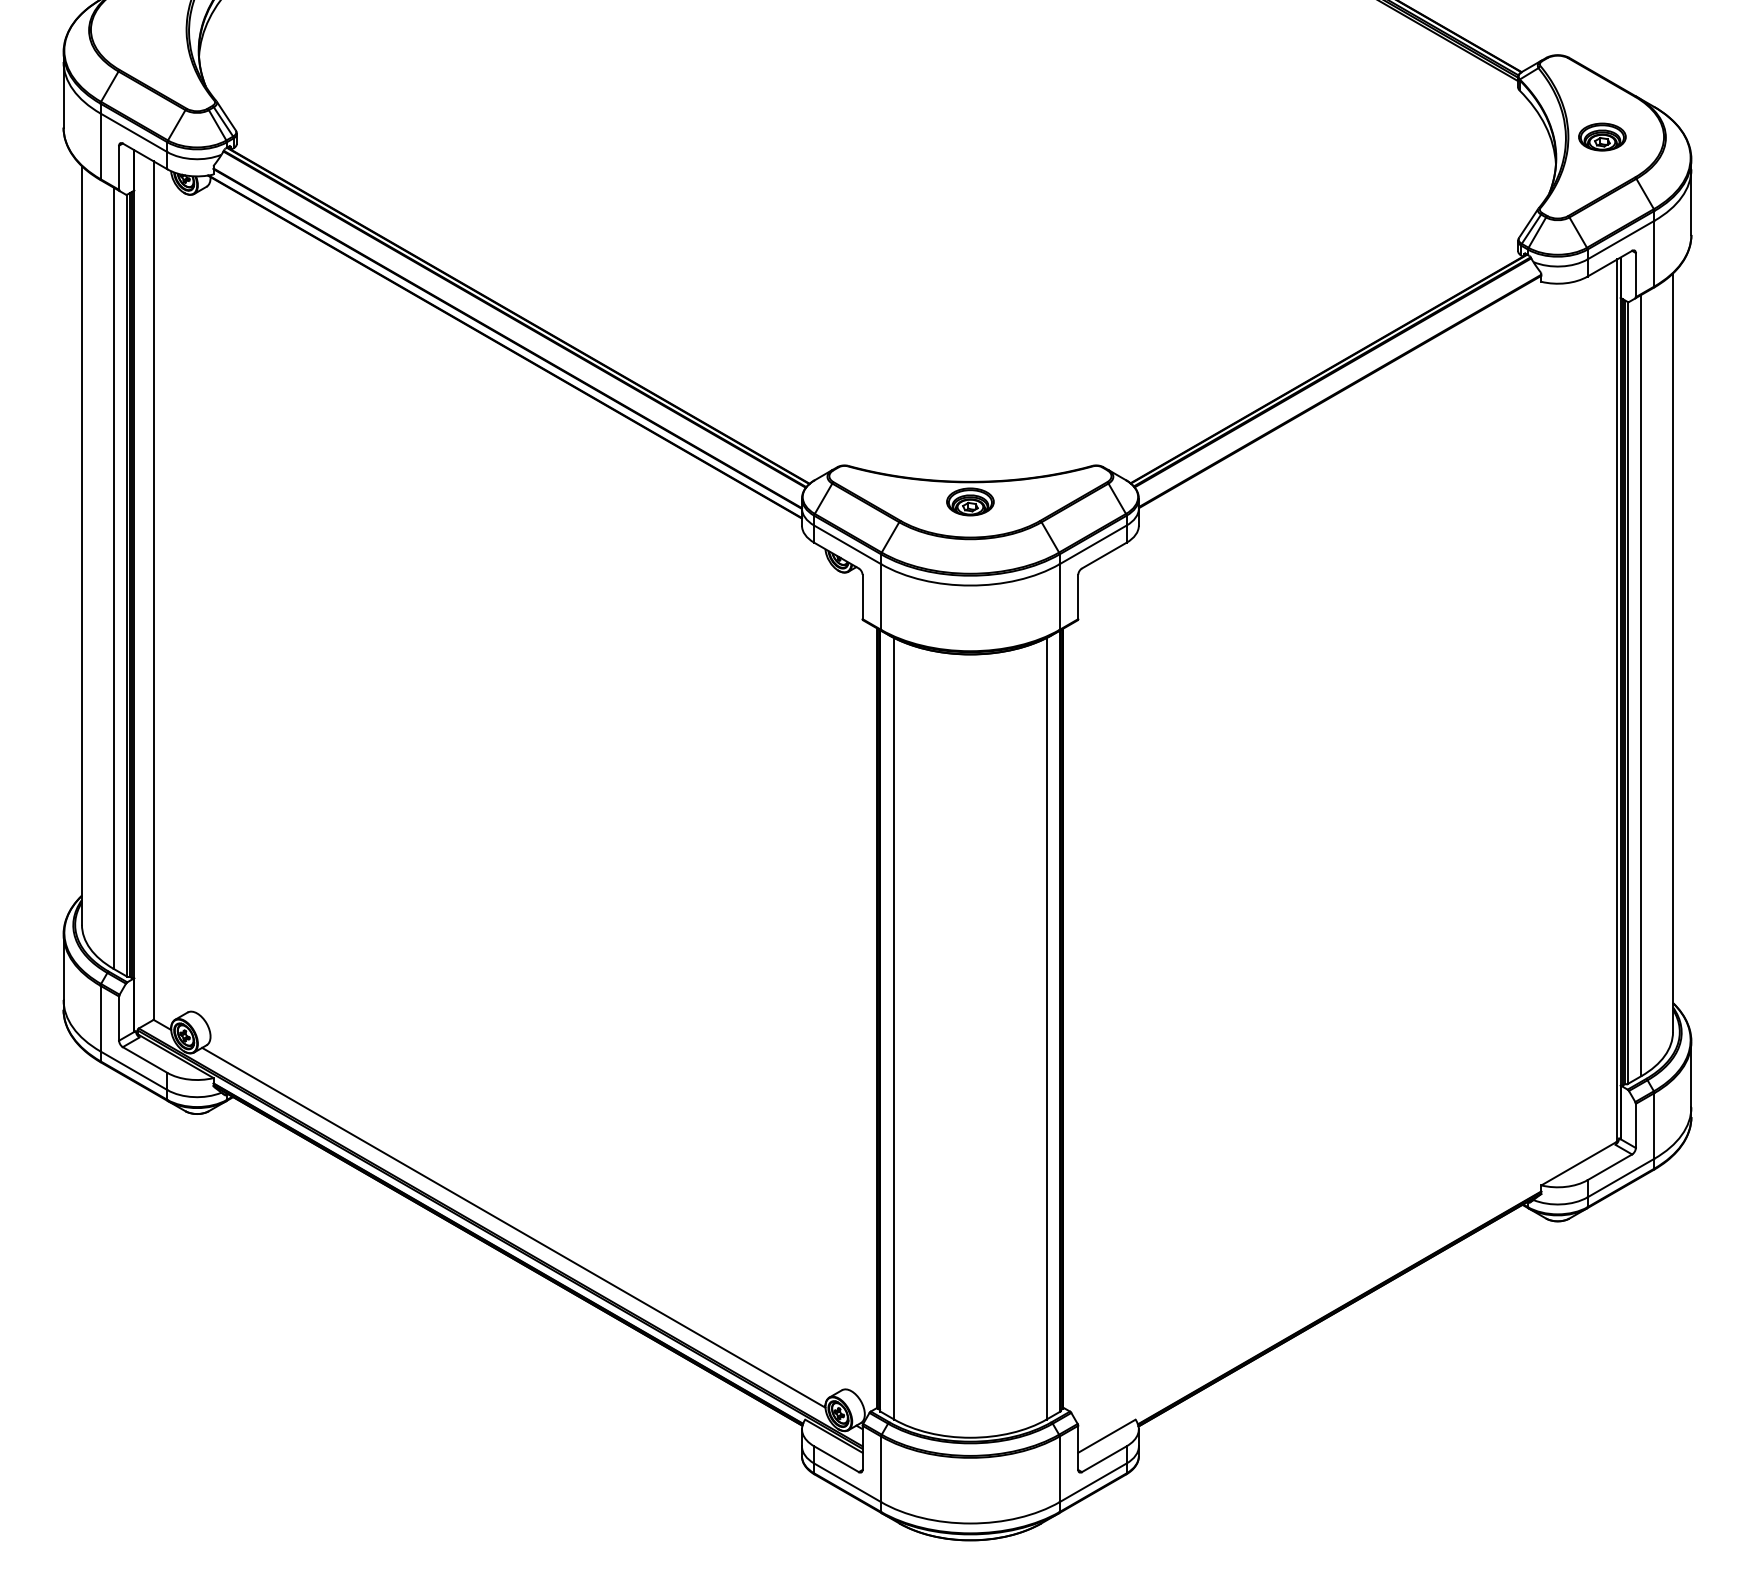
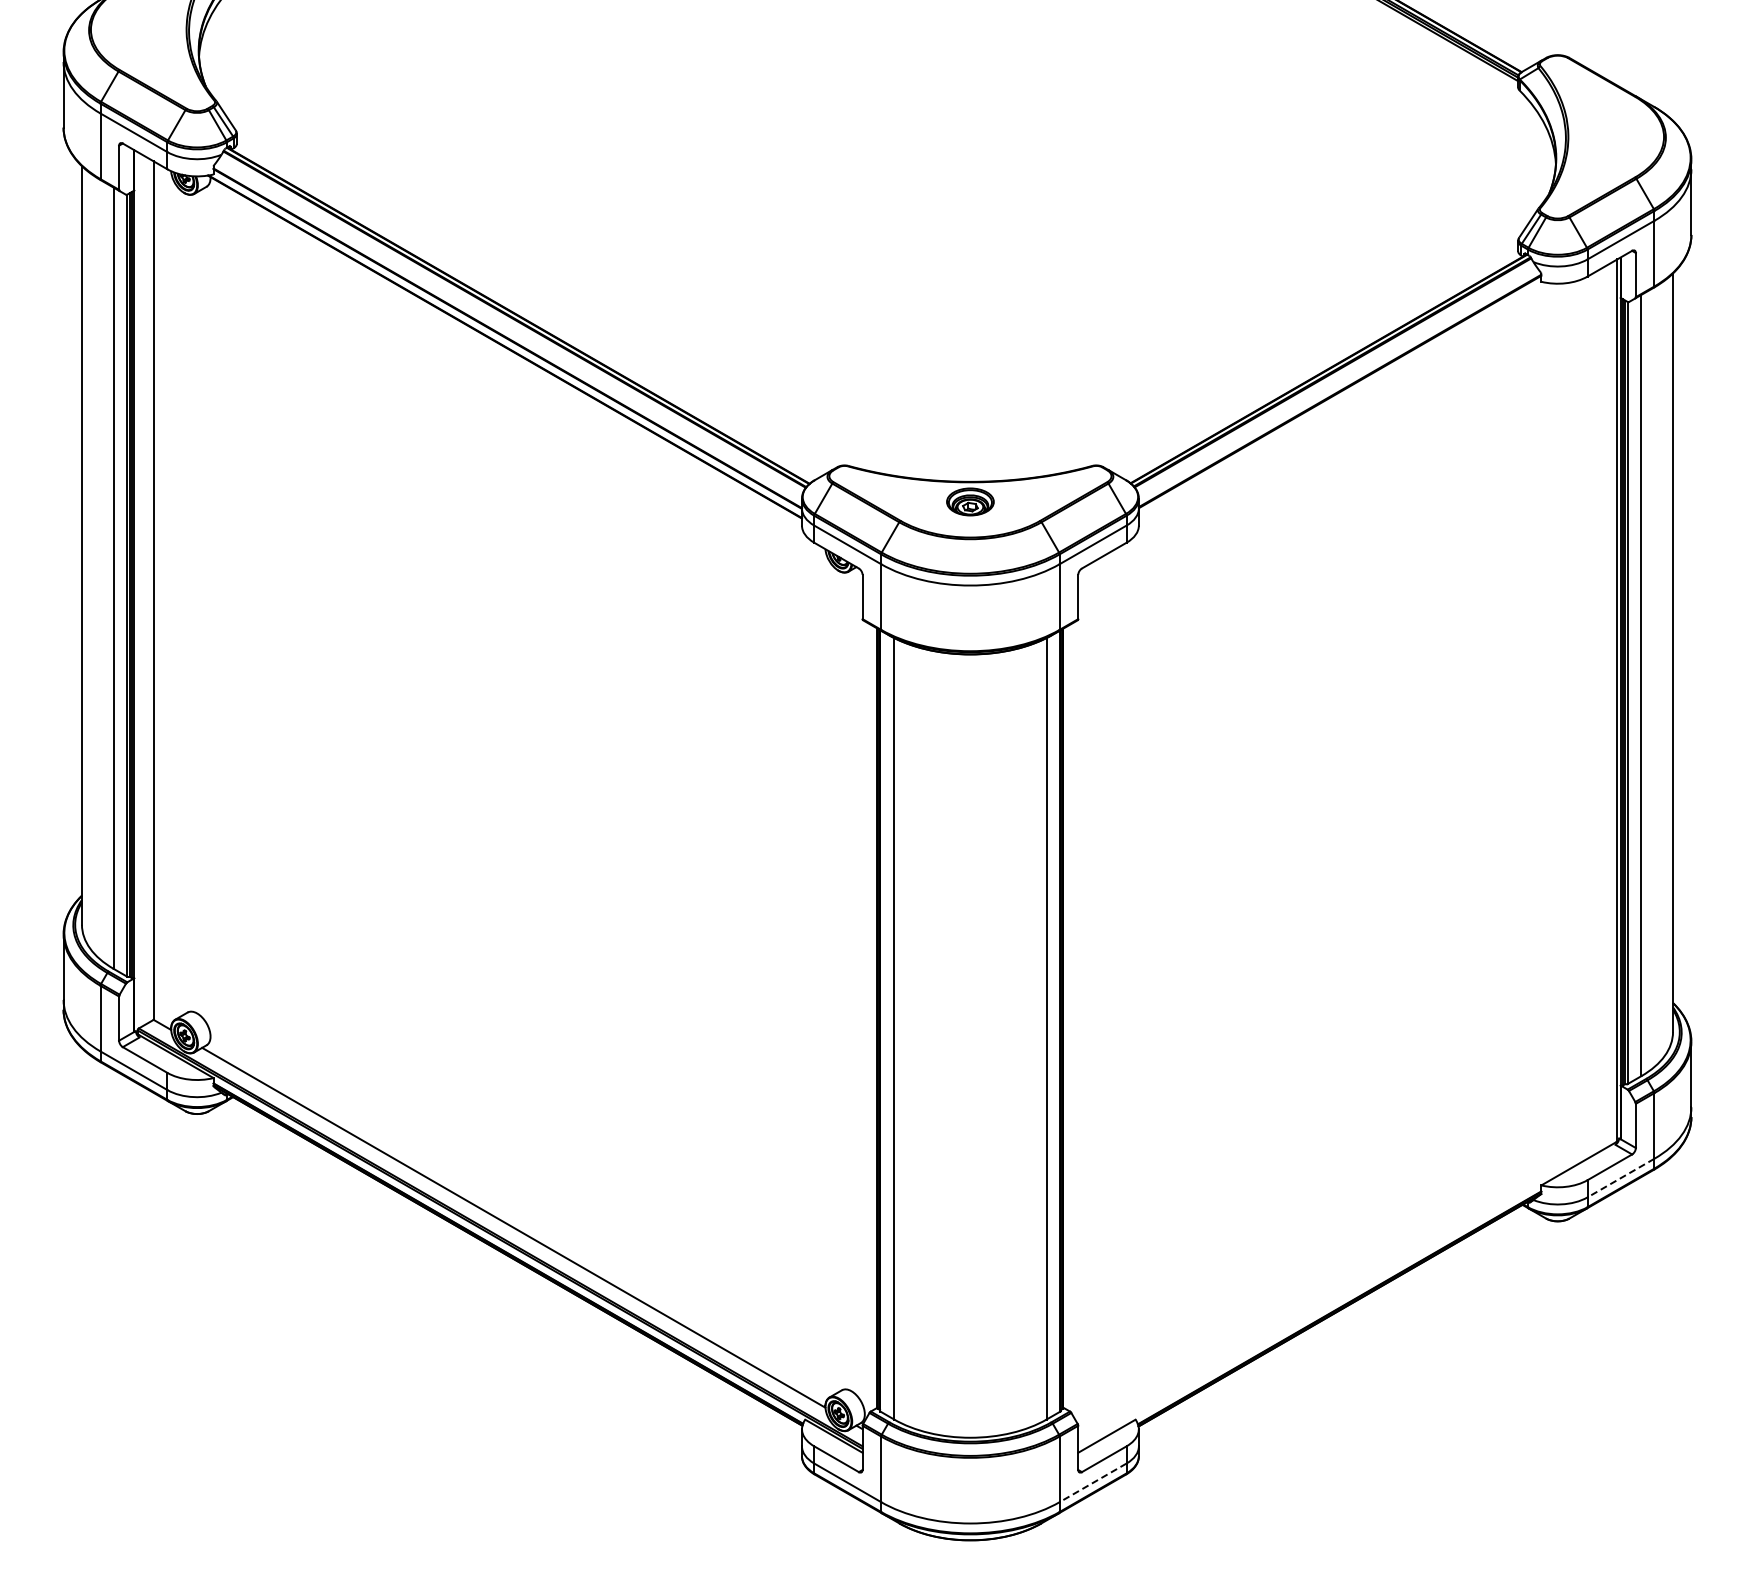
part at (1602, 136): present -> none
line at (1621, 1178): solid -> dashed
line at (1093, 1482): solid -> dashed
